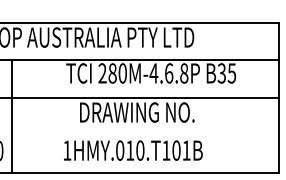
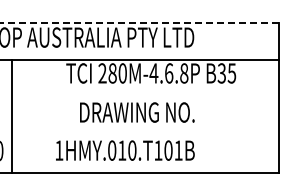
line at (139, 22): solid -> dashed
line at (140, 97): present -> none
text at (133, 150) position: (133, 150) -> (125, 150)
